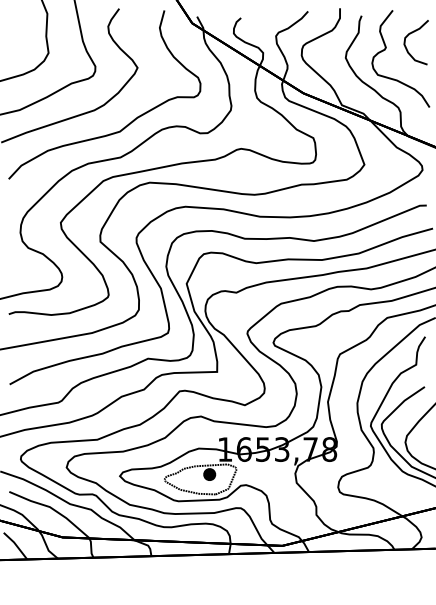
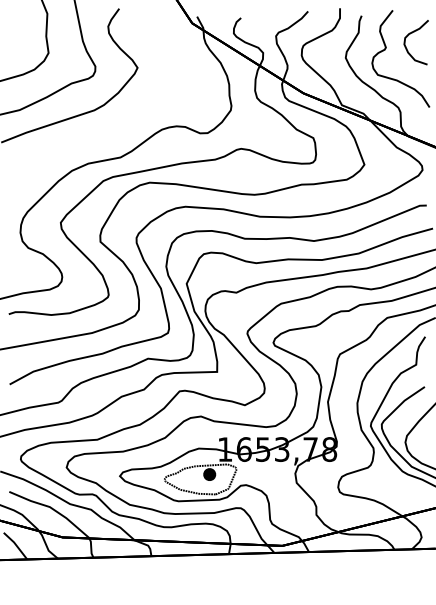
part at (129, 122): present -> none
